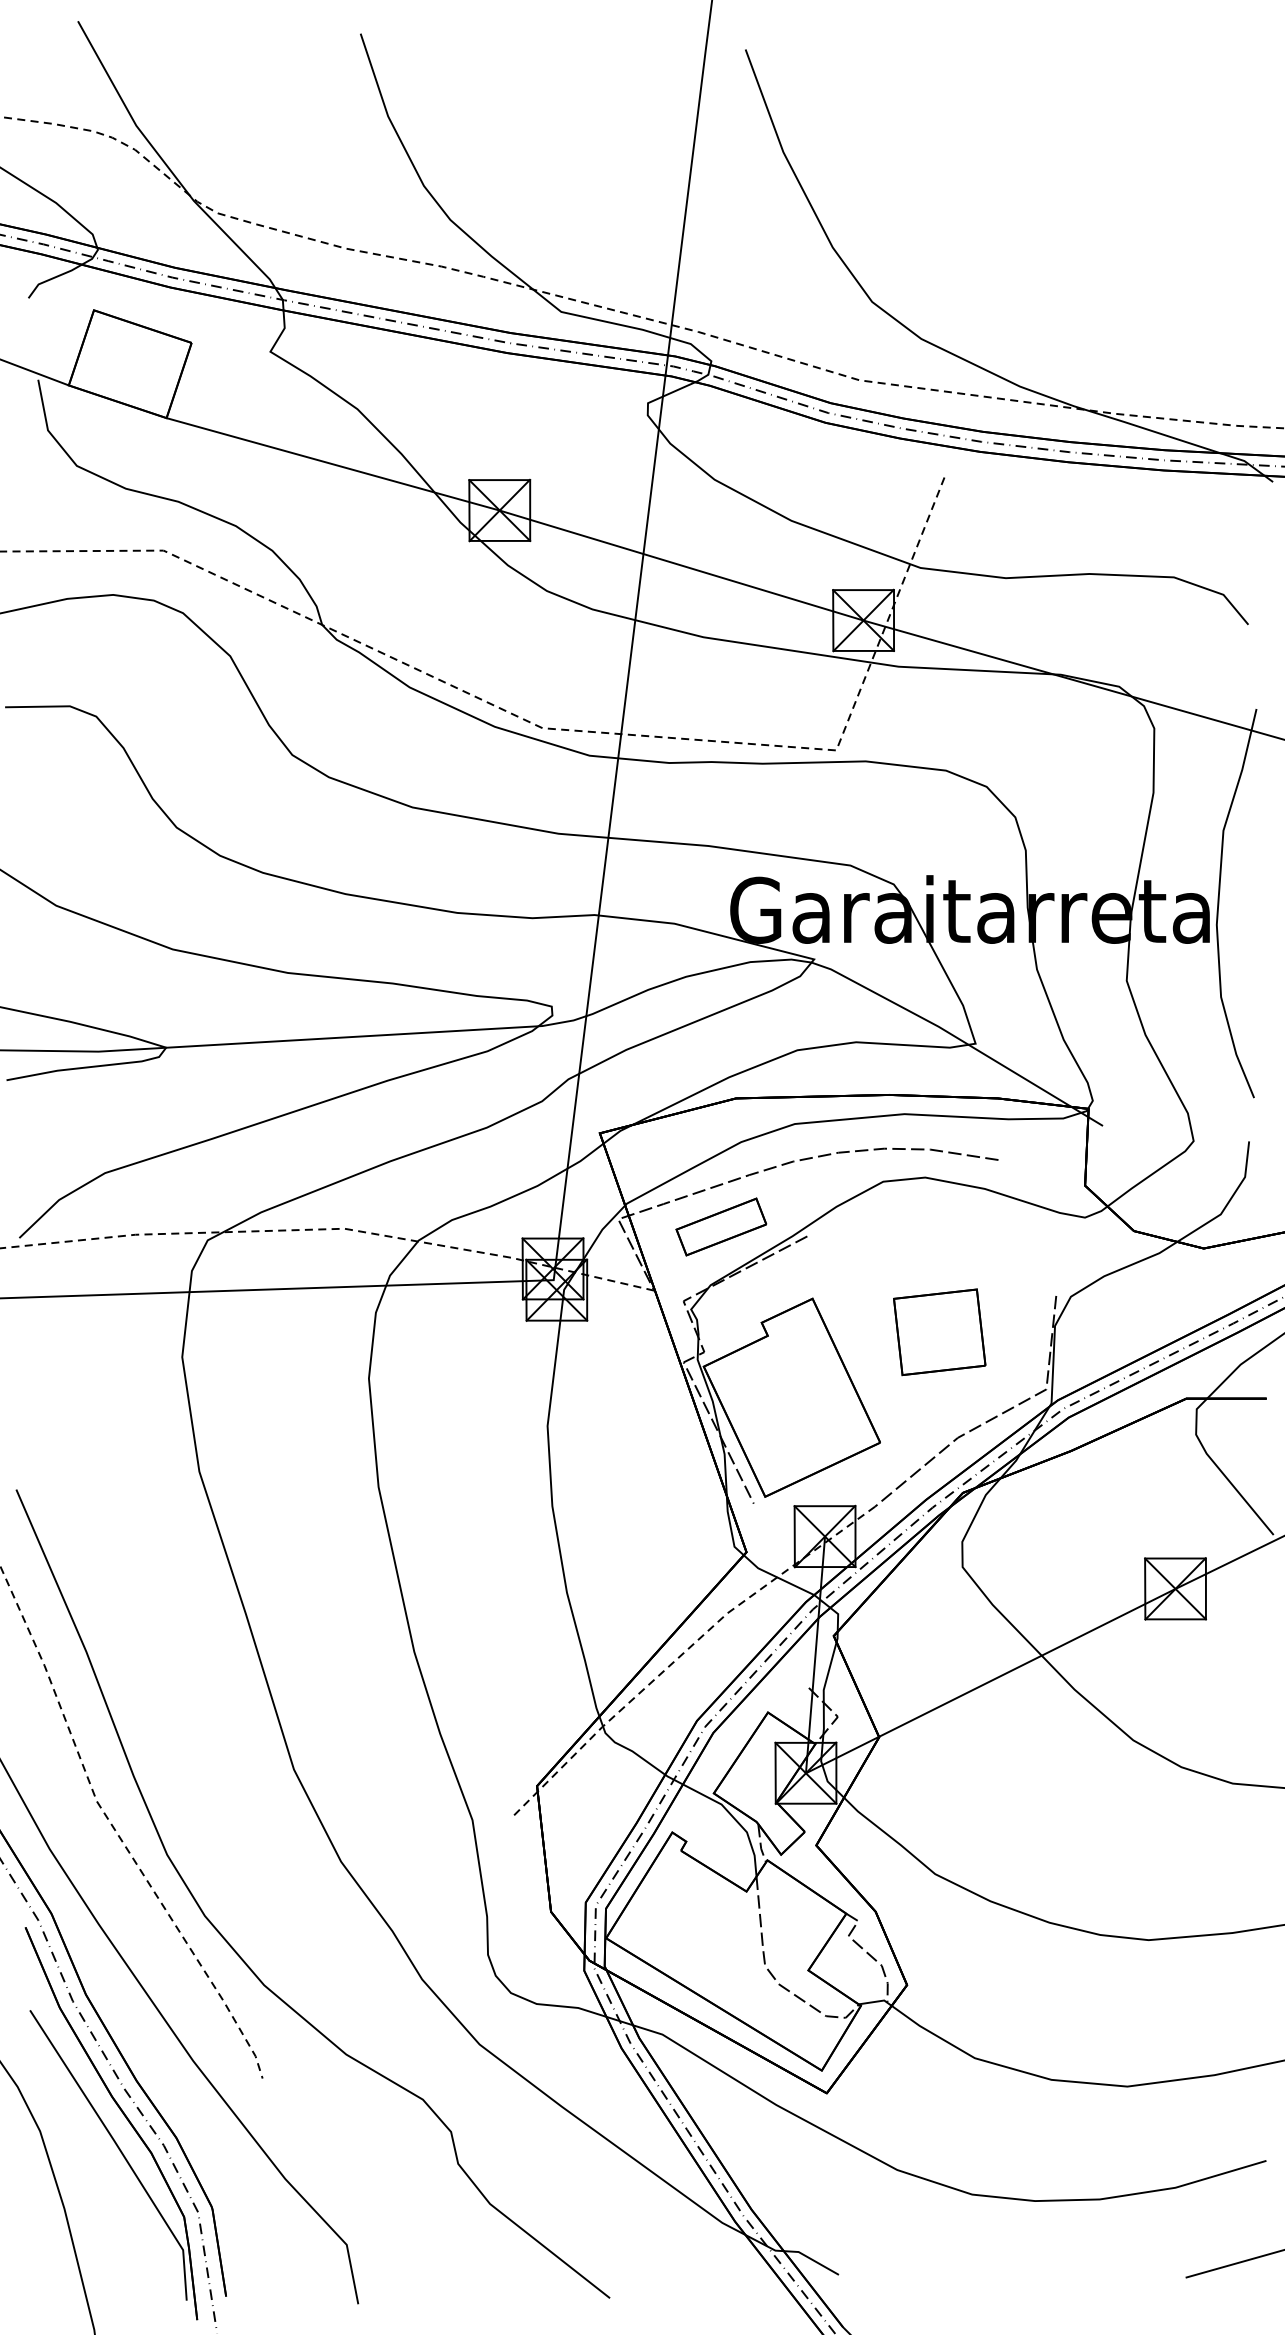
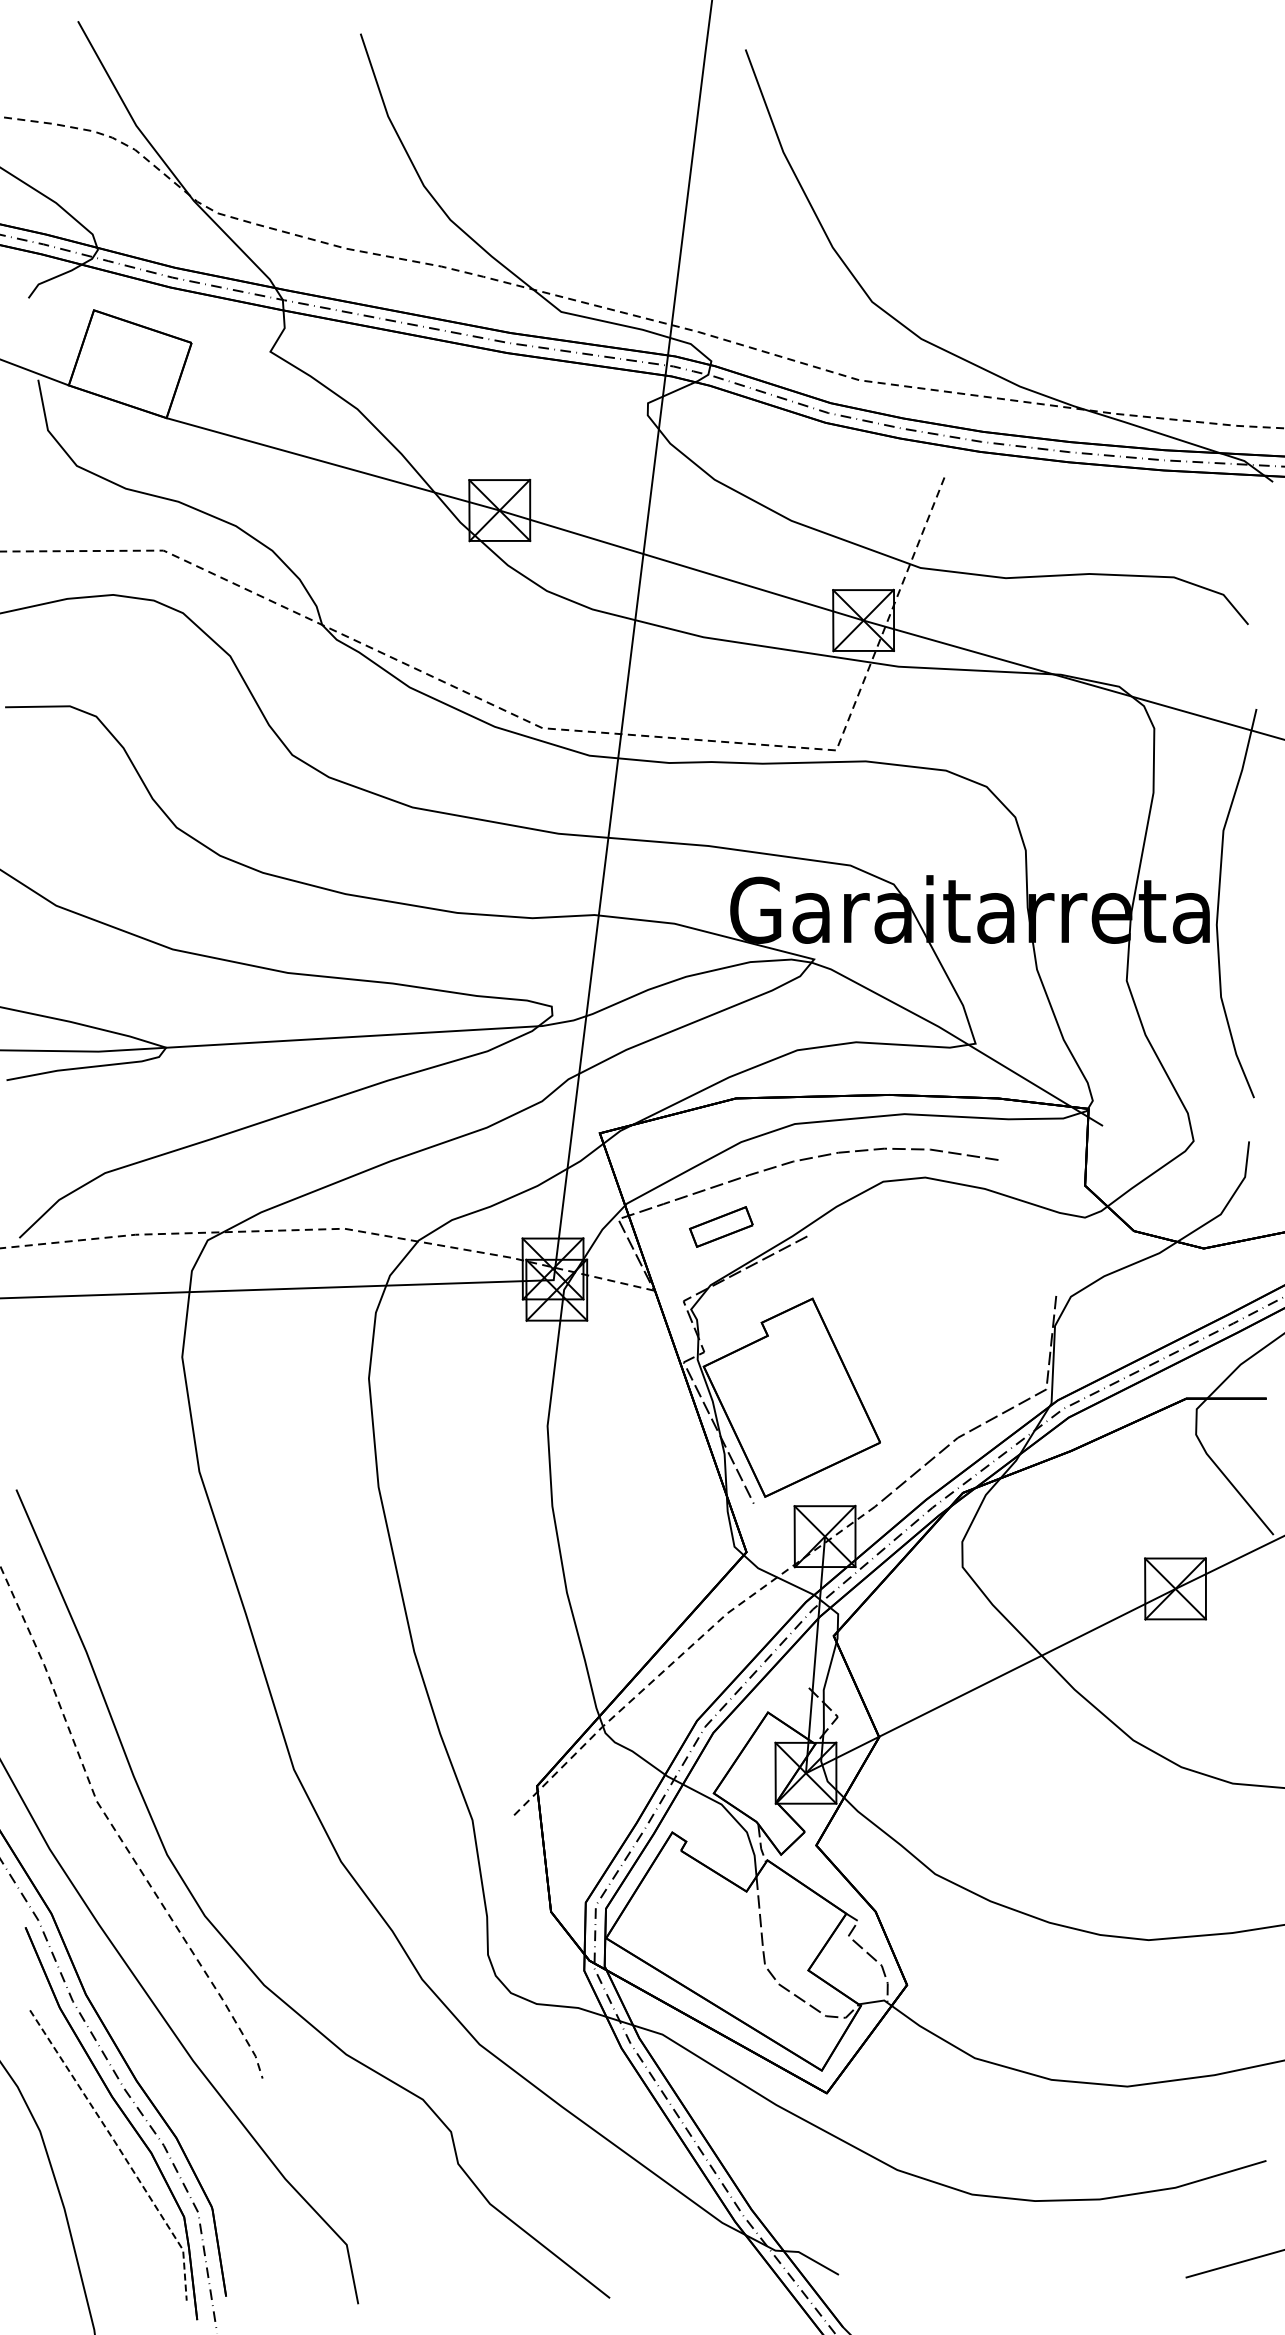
part at (721, 1226) size: 93x60 px -> 65x42 px
part at (939, 1332): present -> none
line at (121, 2151): solid -> dashed
